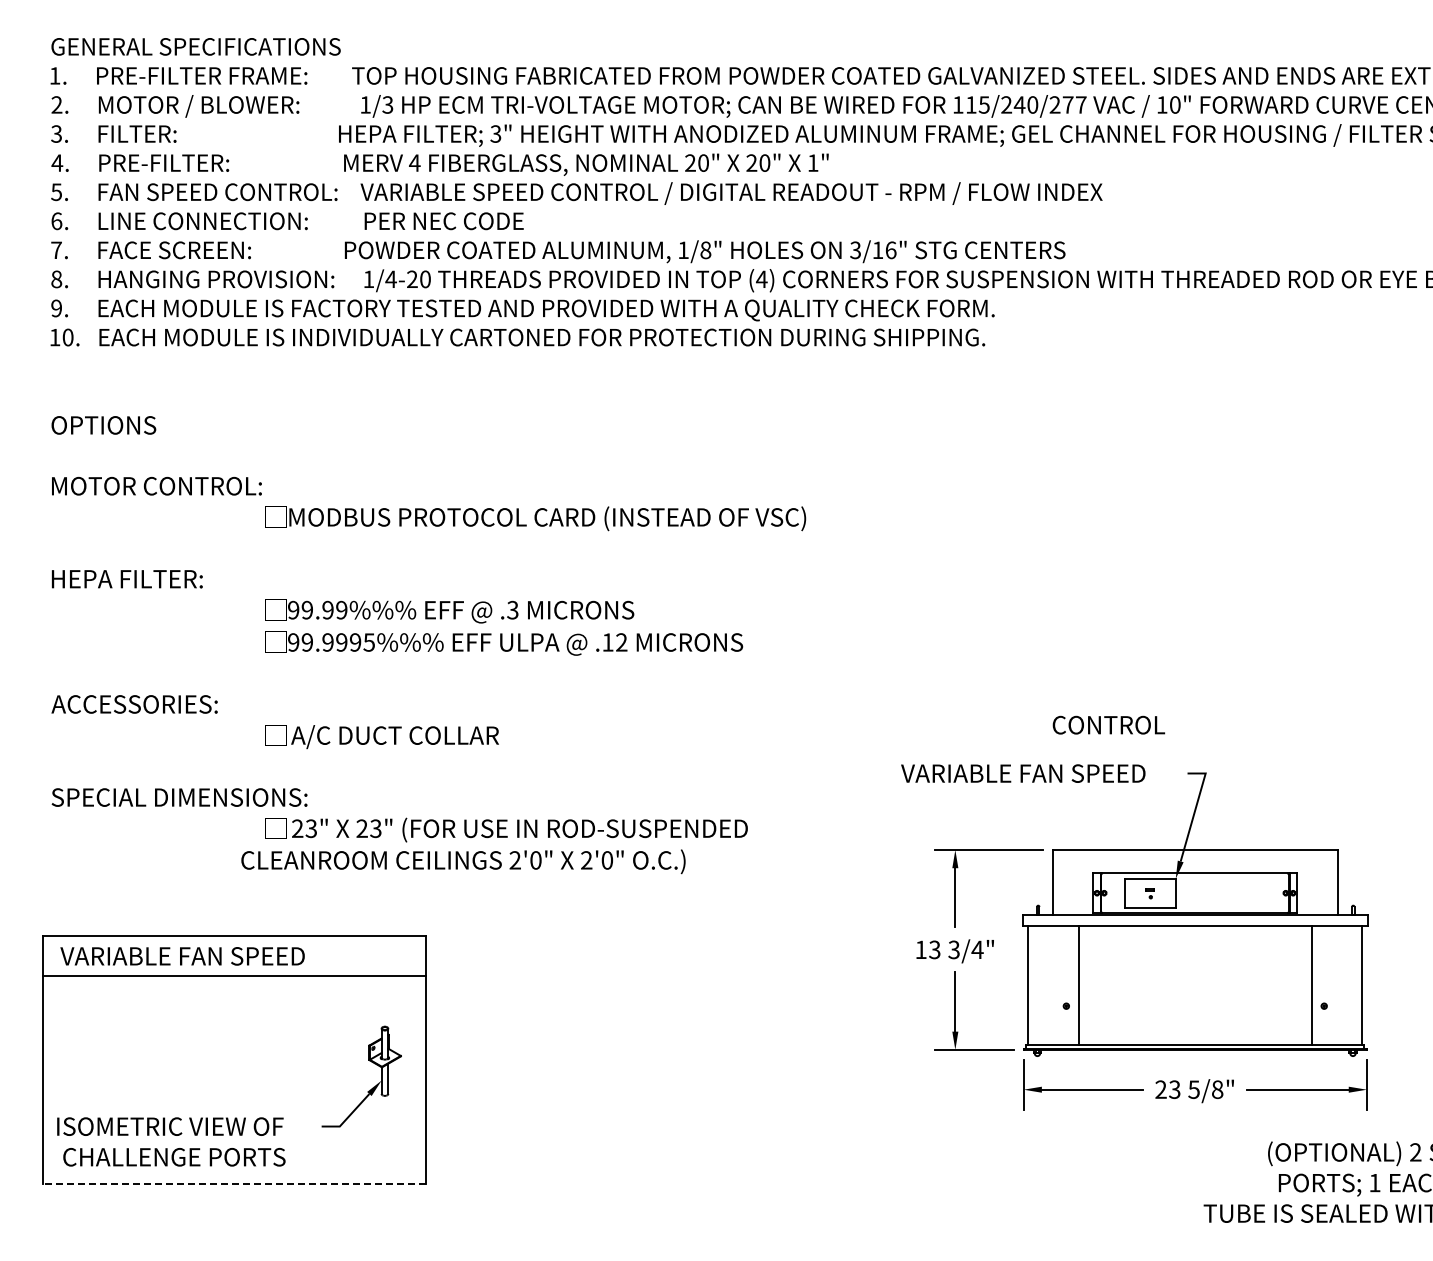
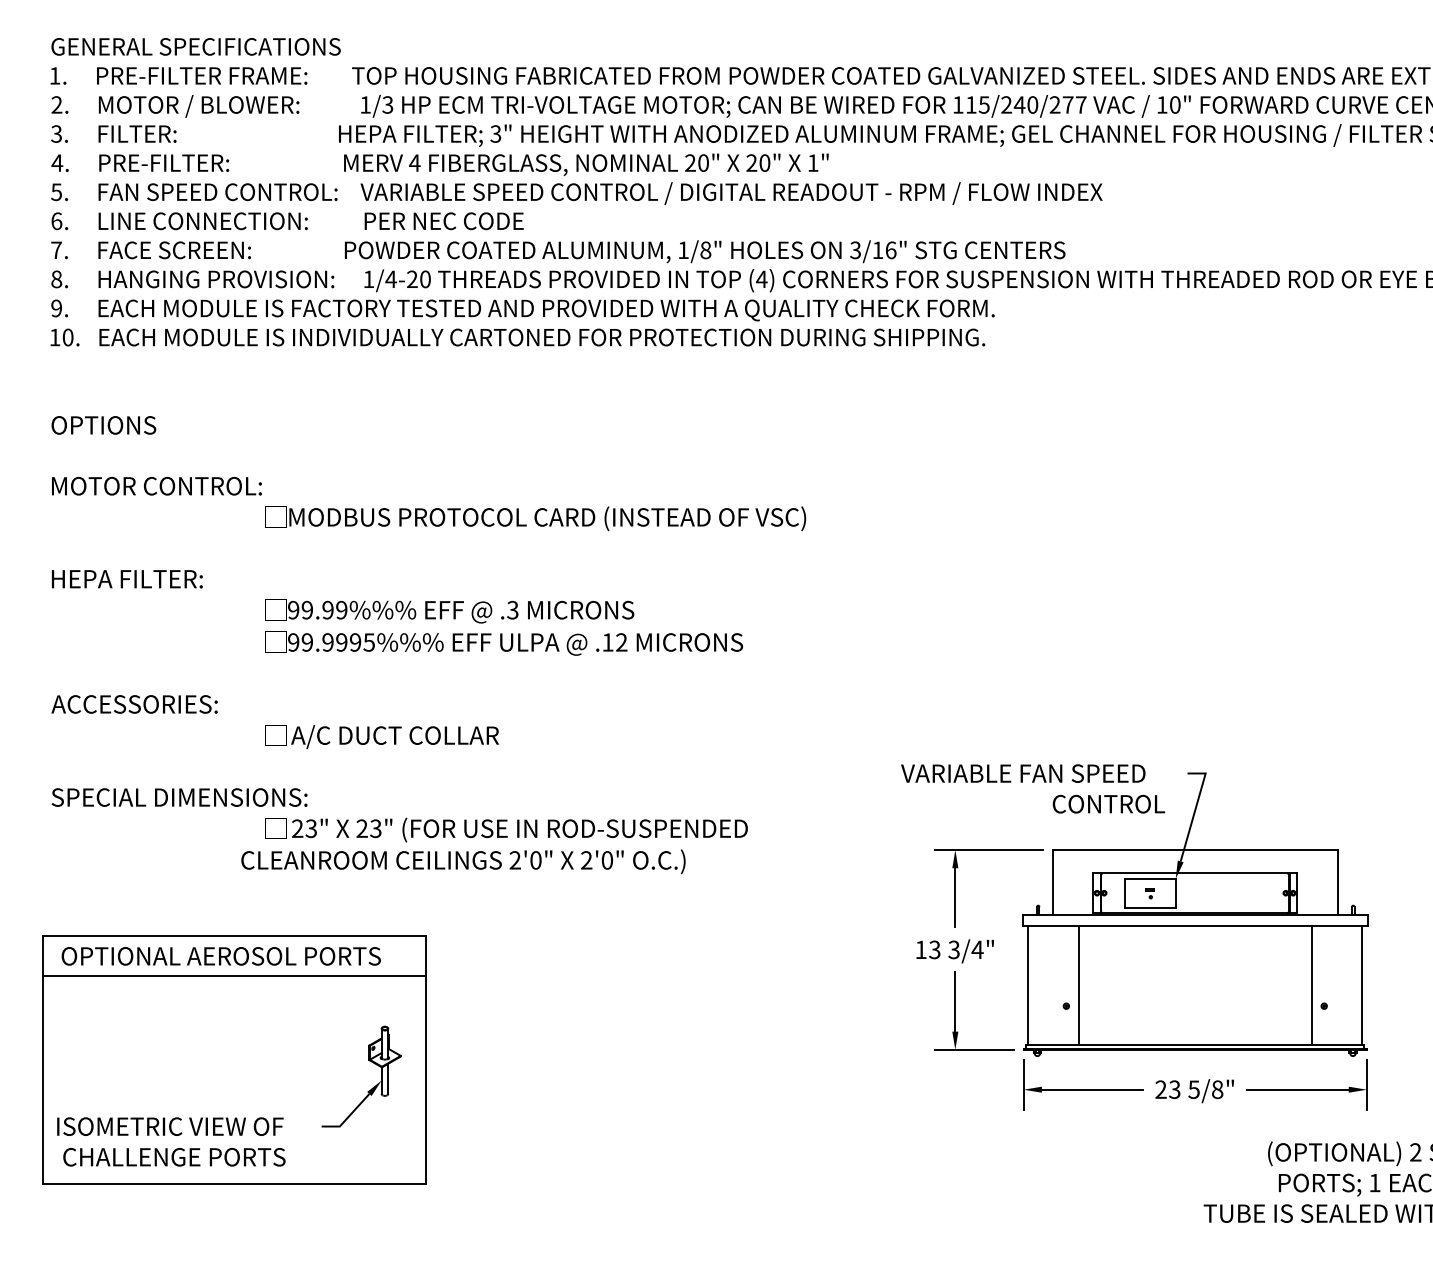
text at (1108, 724) position: (1108, 724) -> (1108, 803)
text at (220, 956): VARIABLE FAN SPEED -> OPTIONAL AEROSOL PORTS
line at (233, 1184): dashed -> solid
